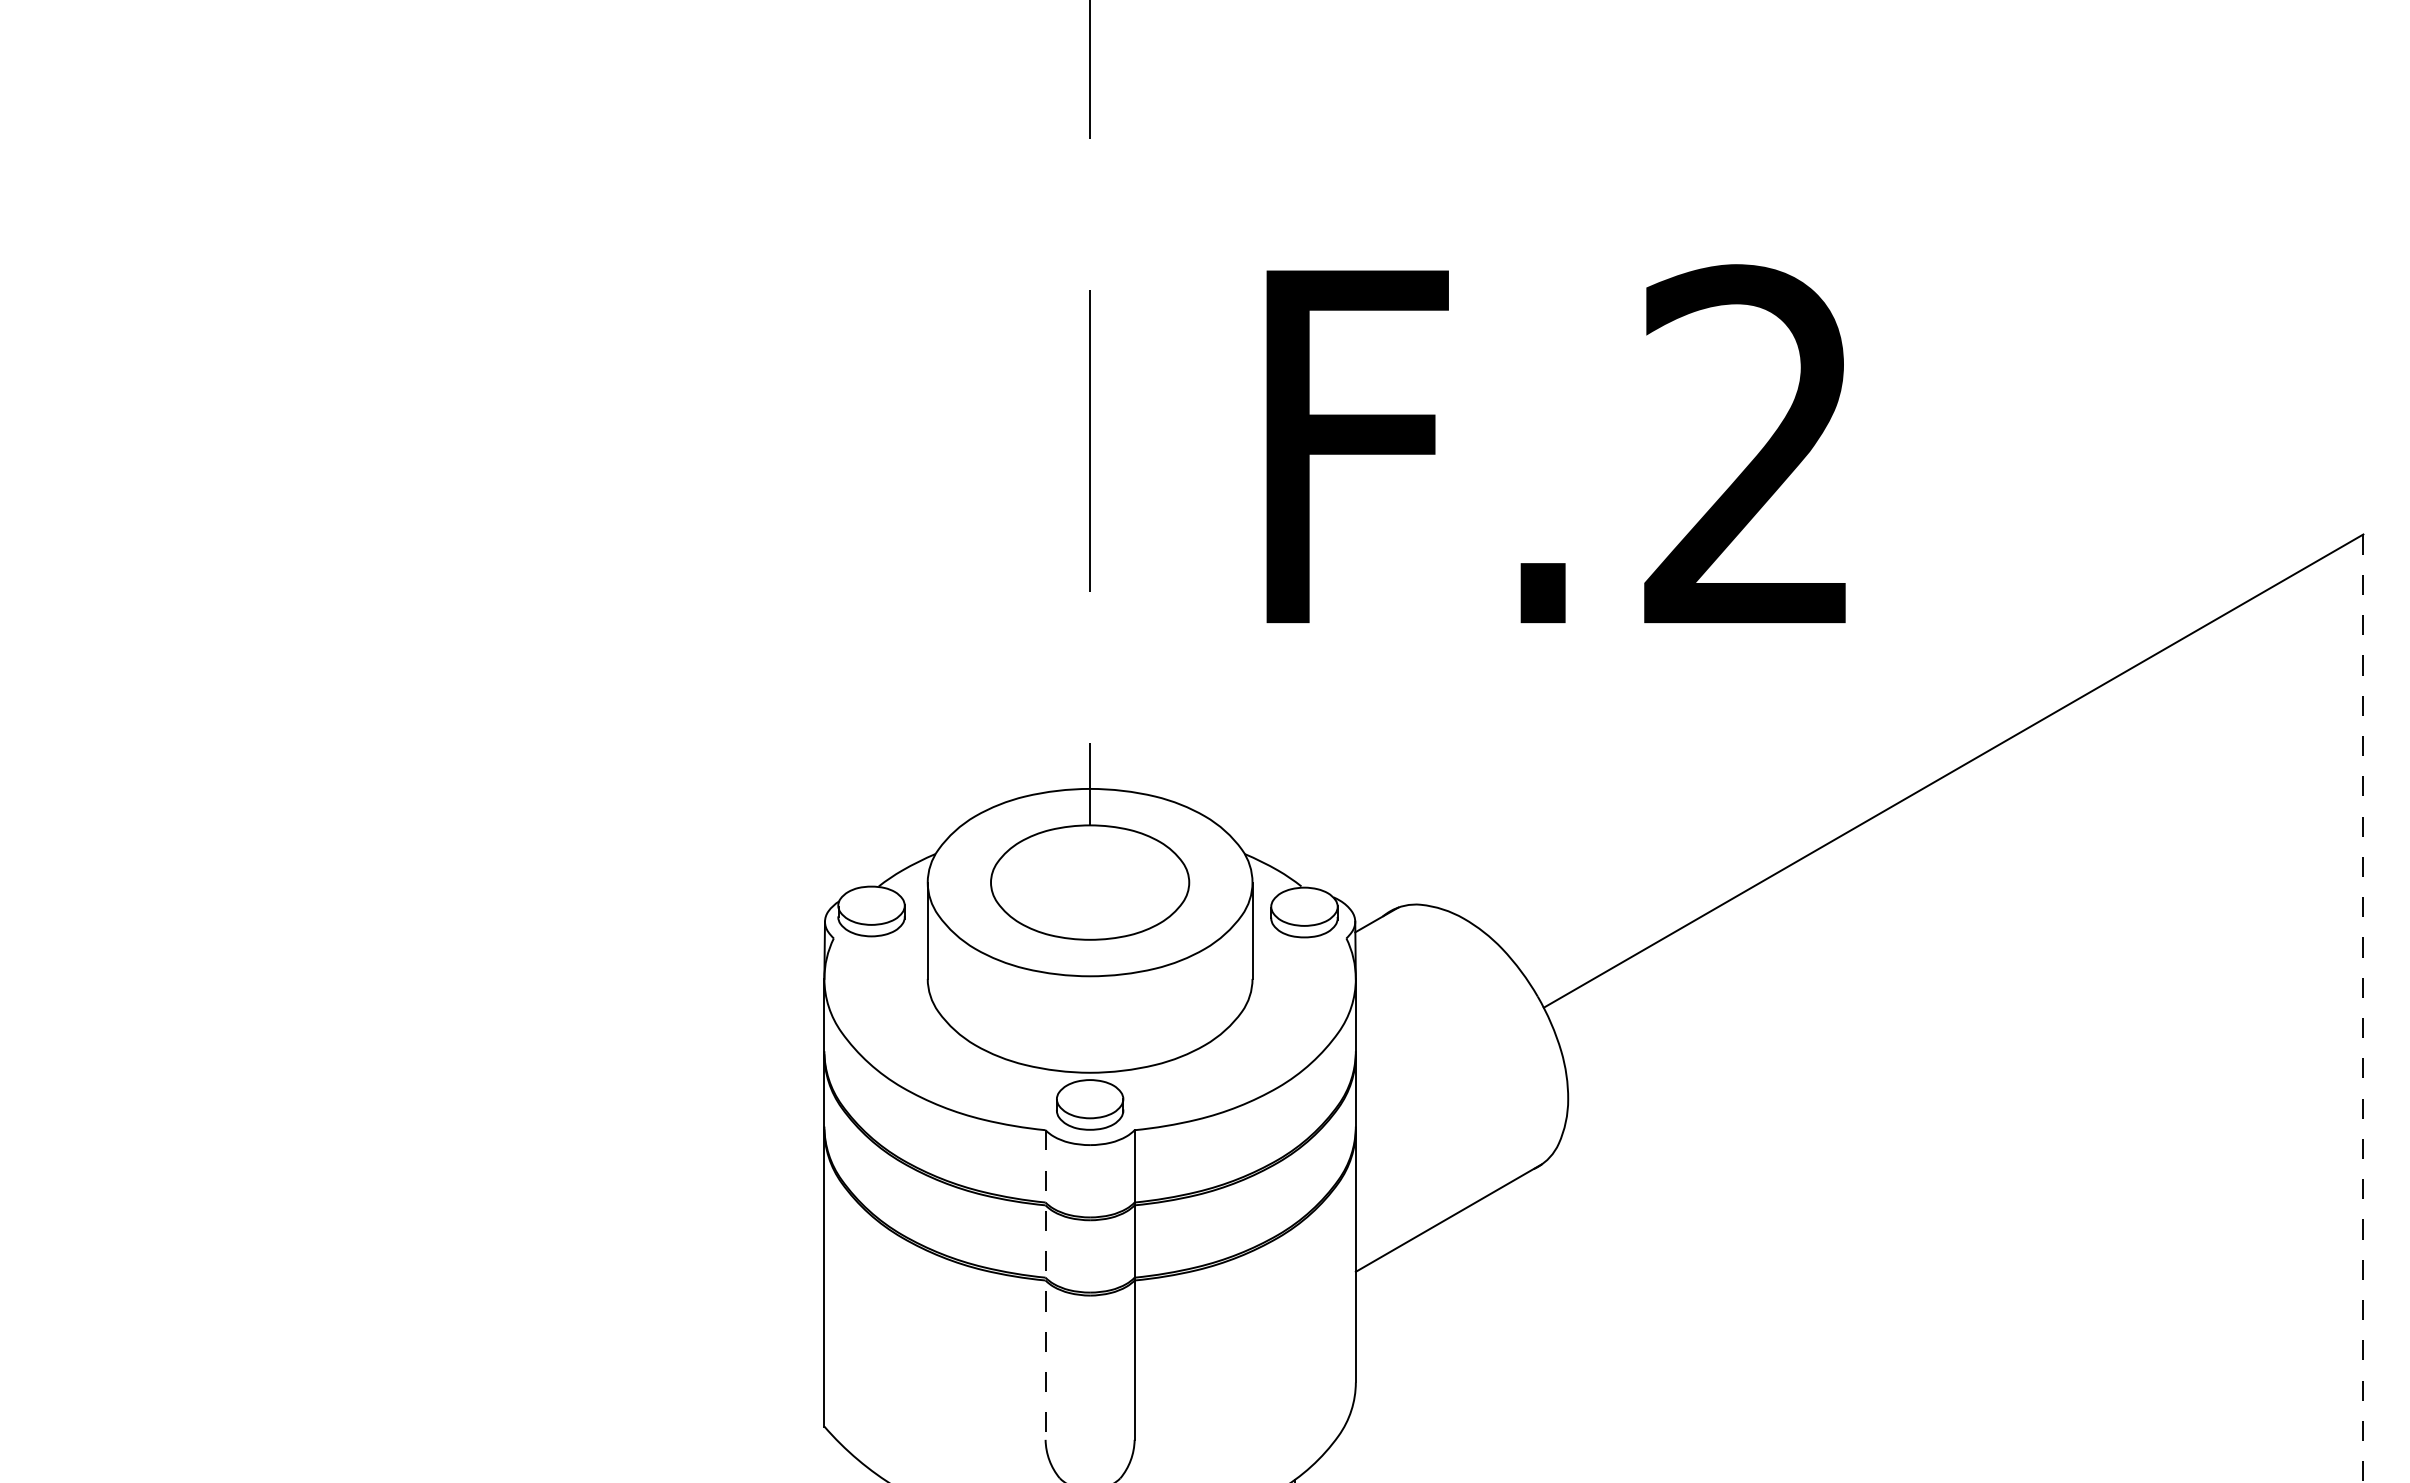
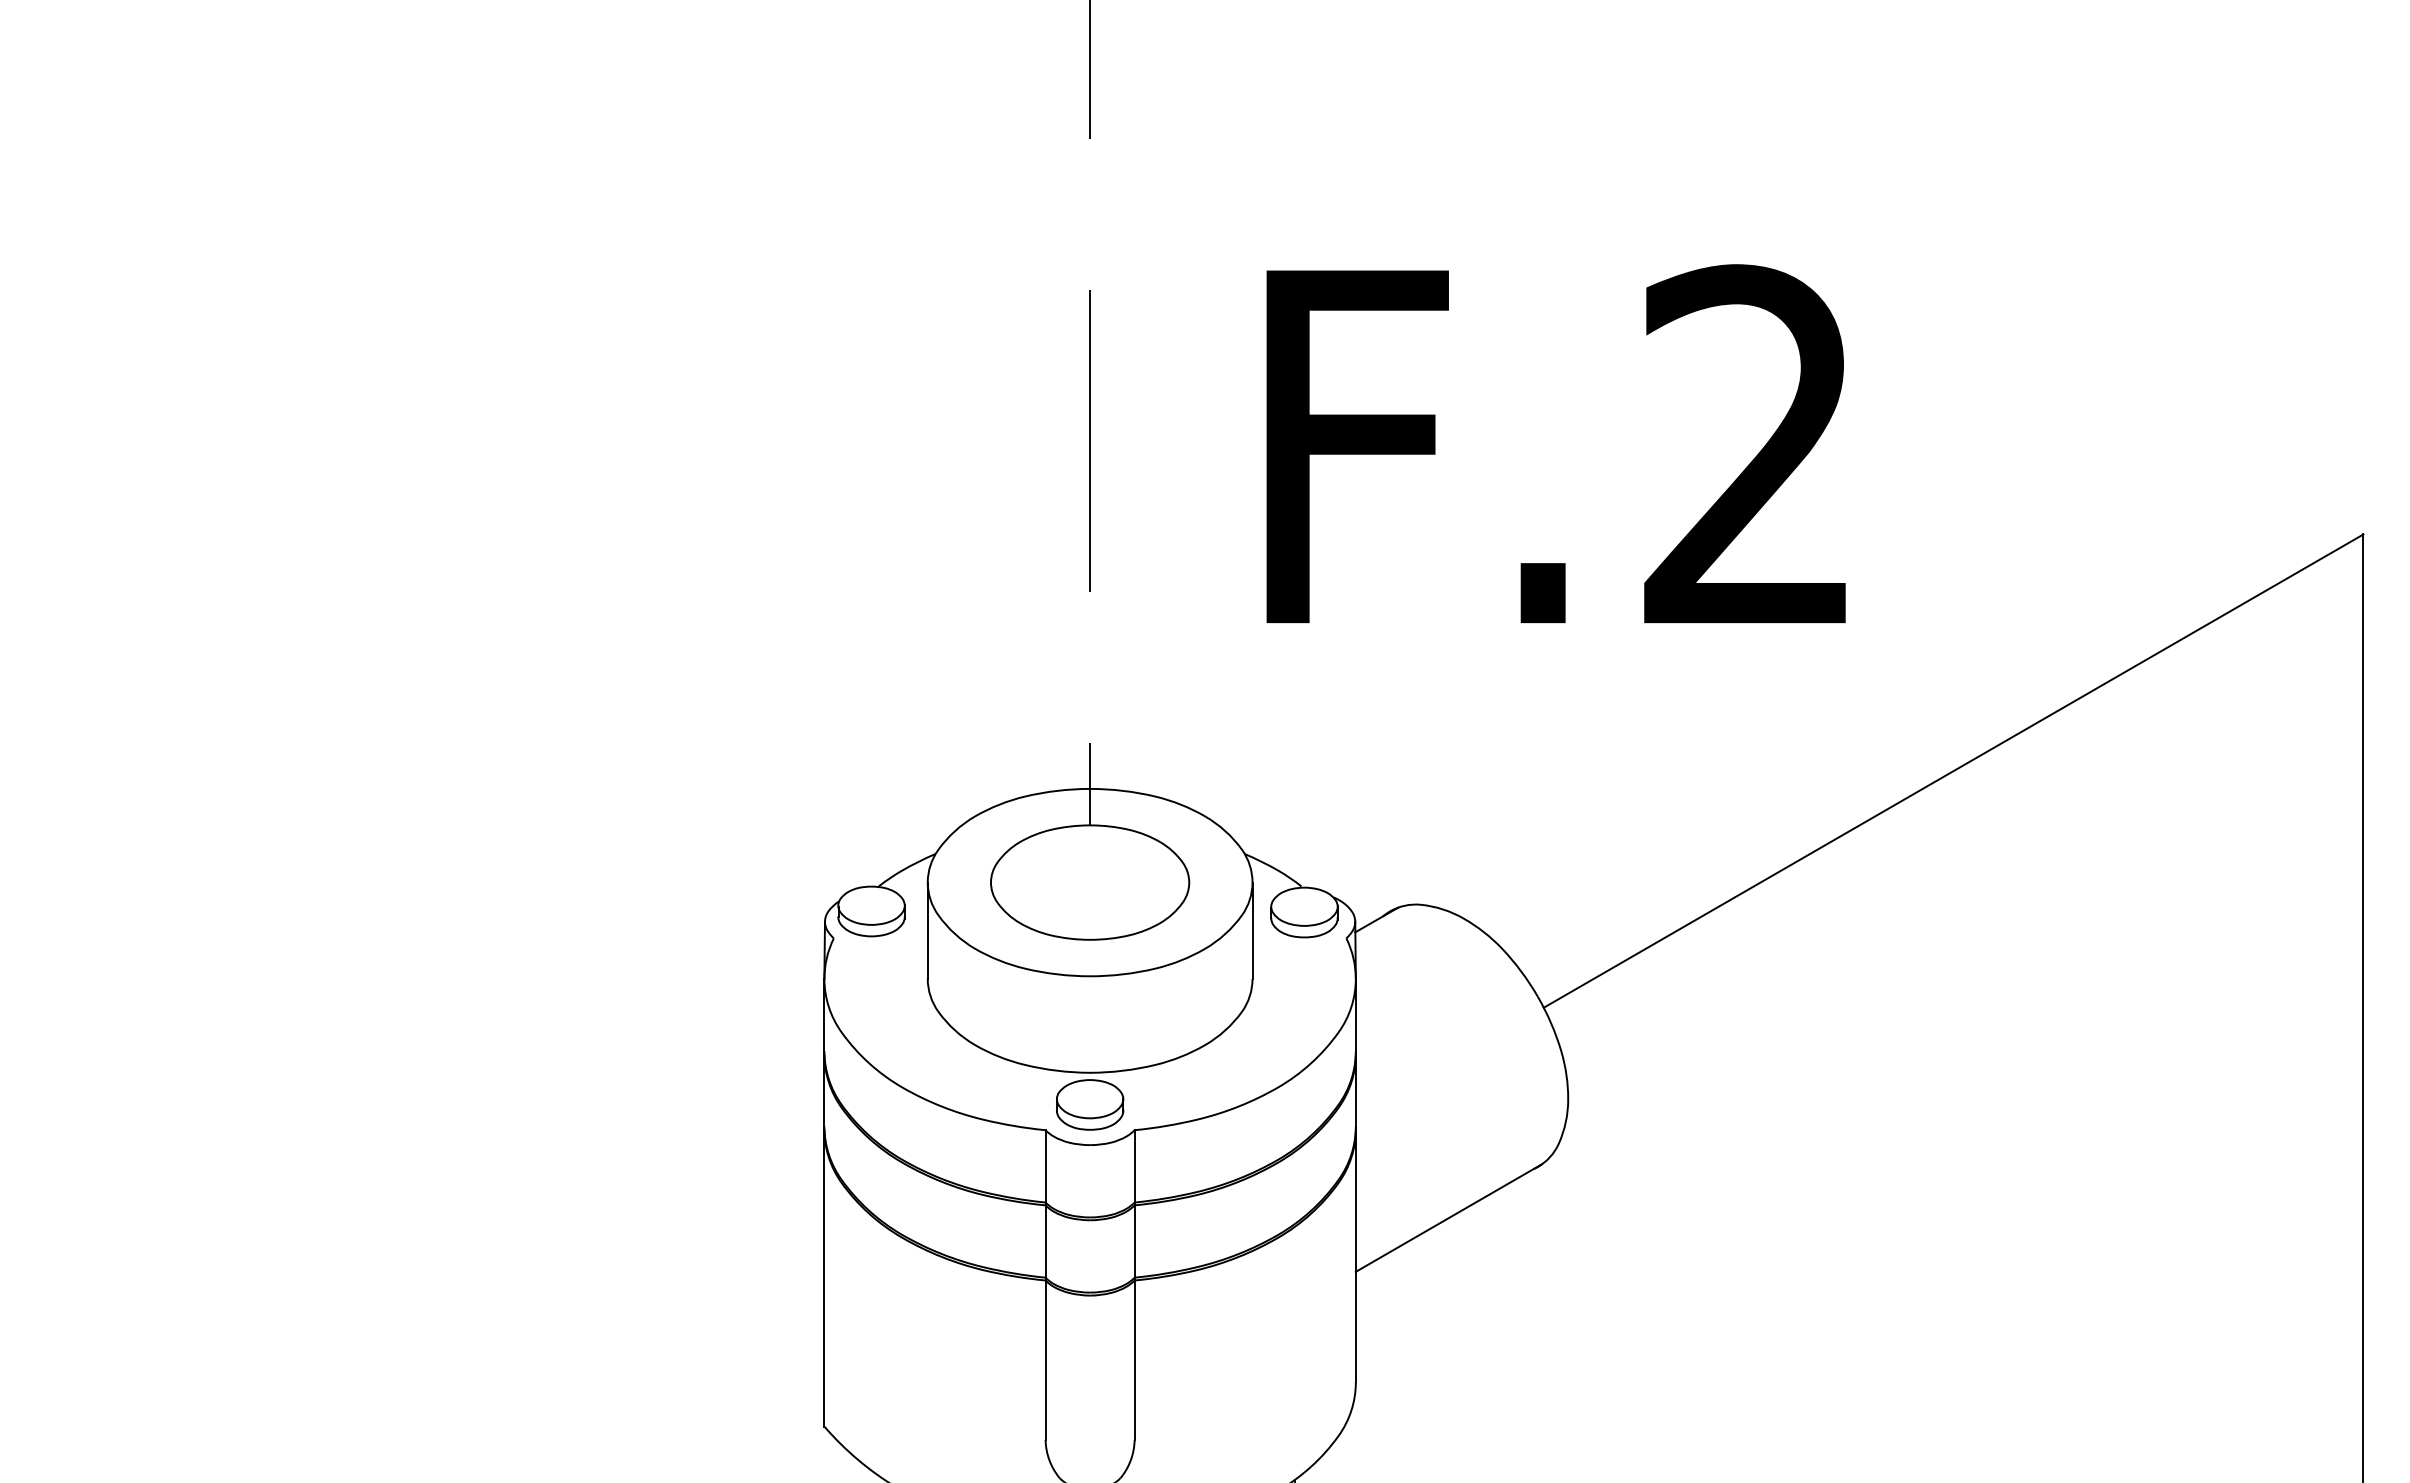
line at (2363, 1008): dashed -> solid
line at (1045, 1285): dashed -> solid
